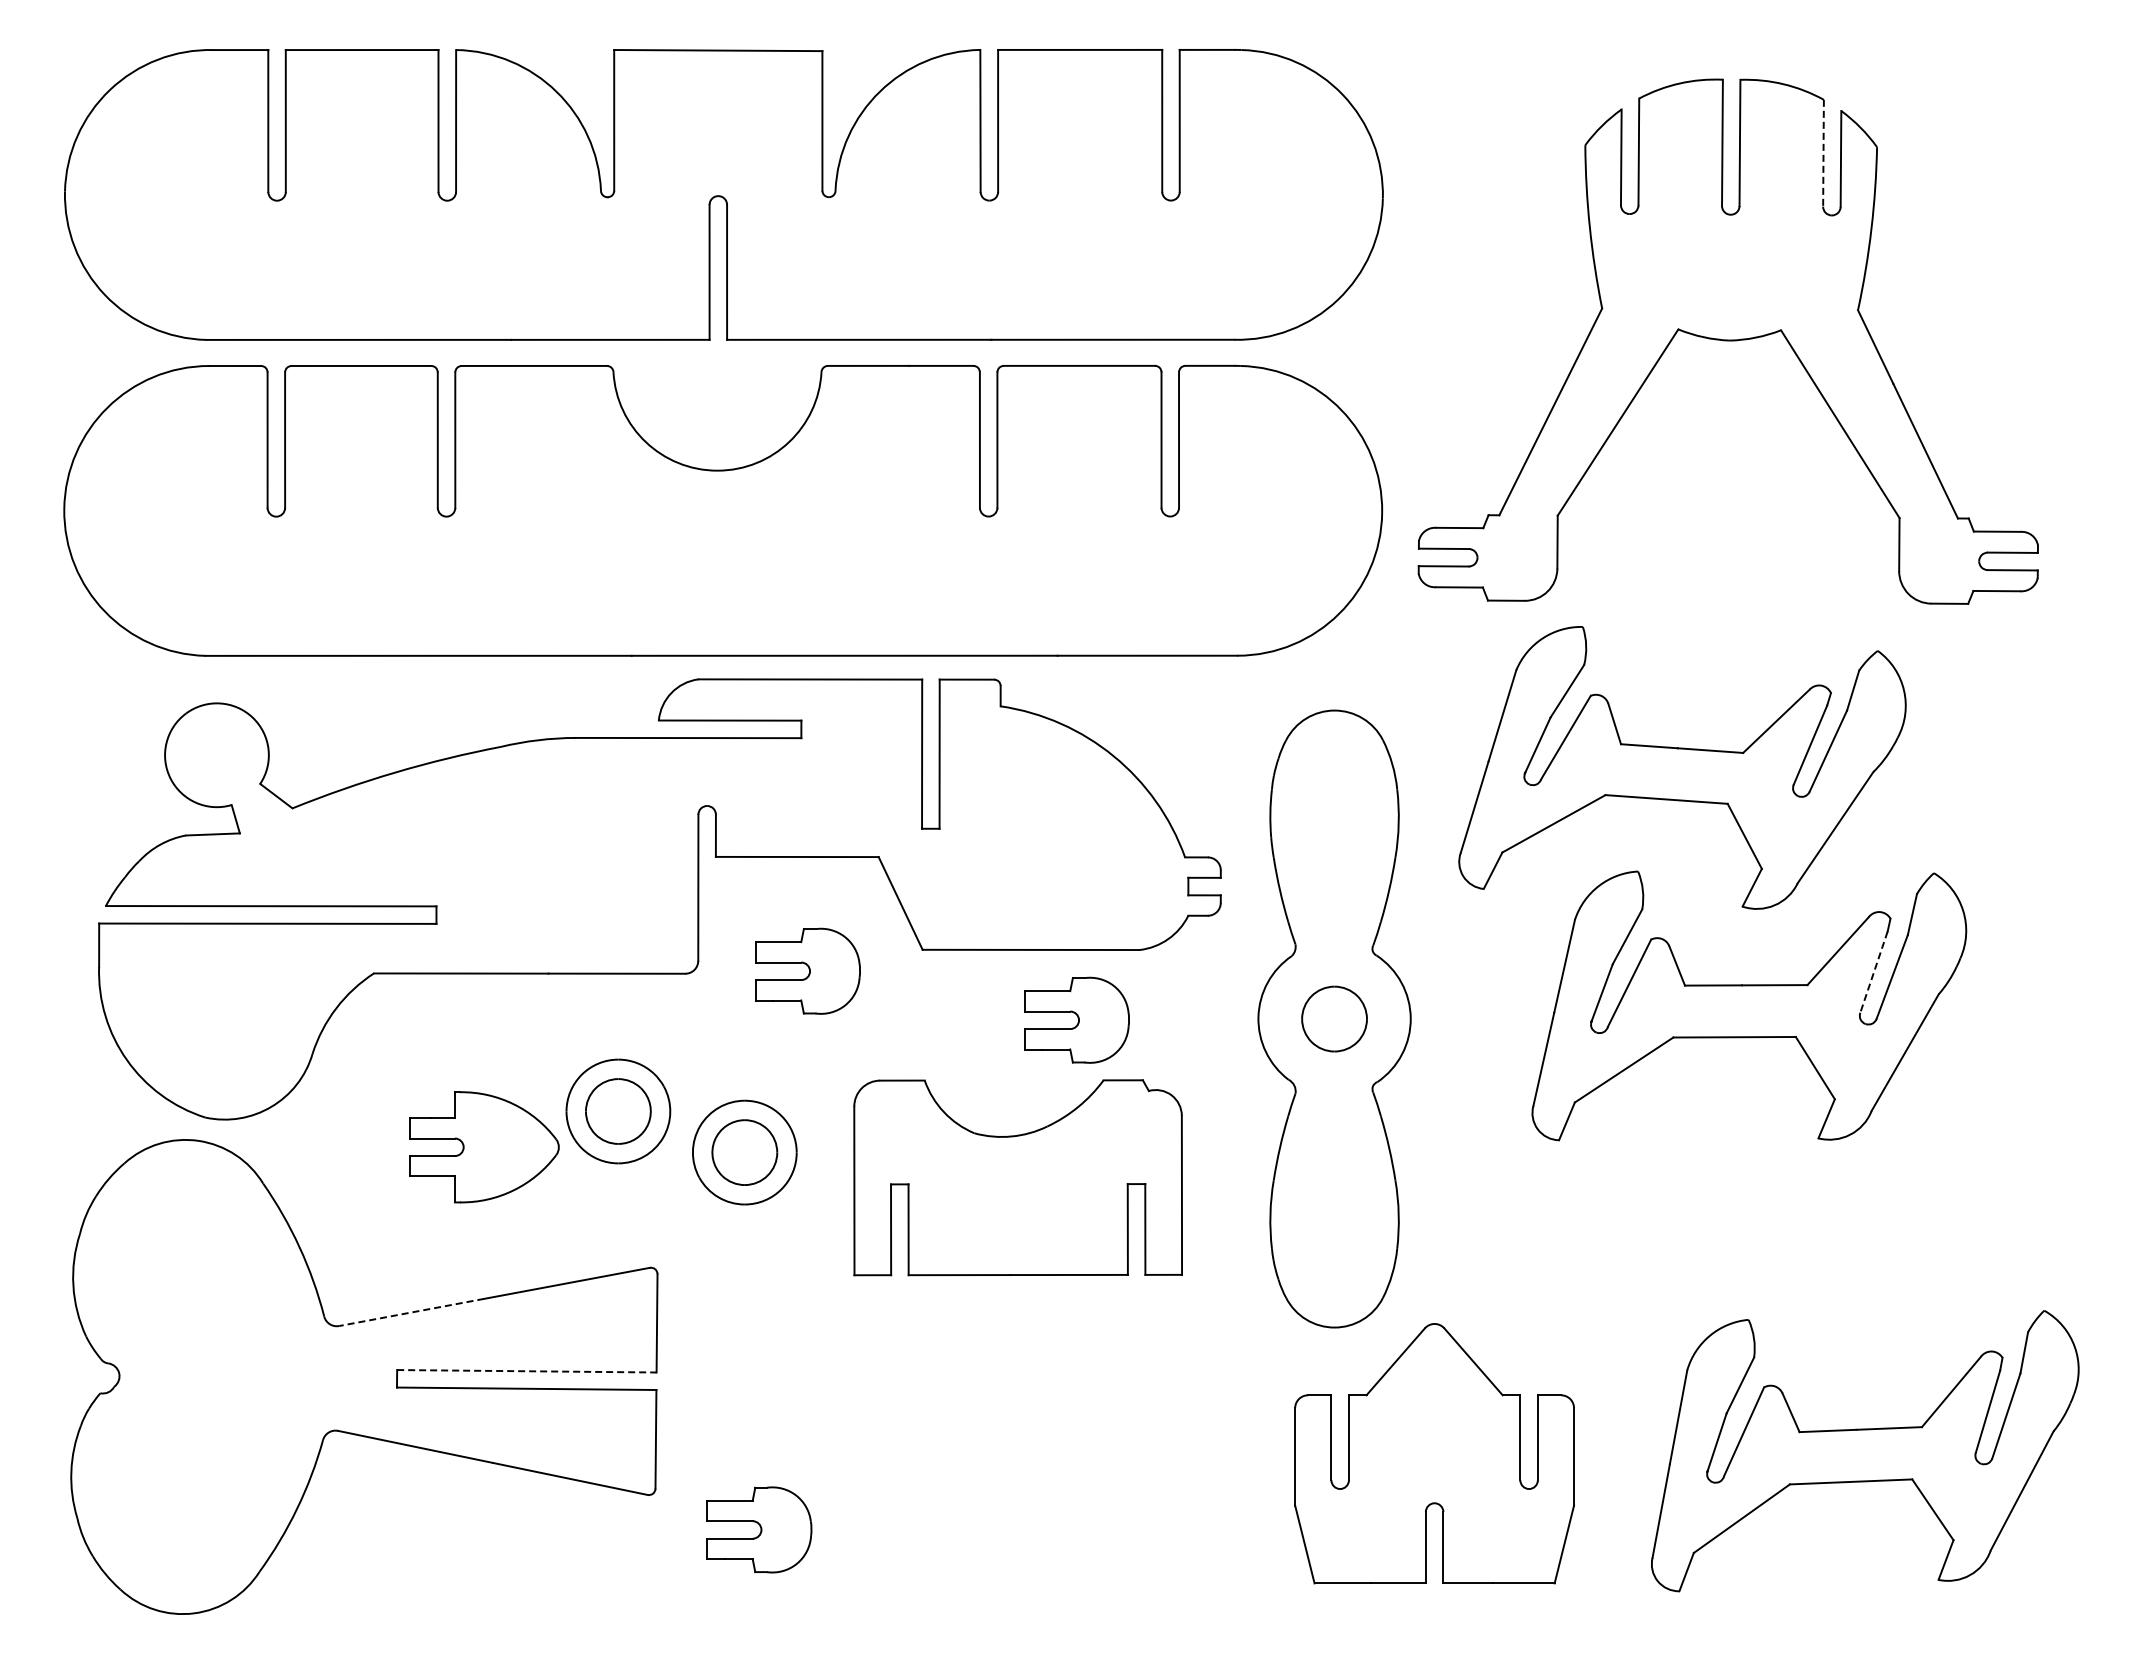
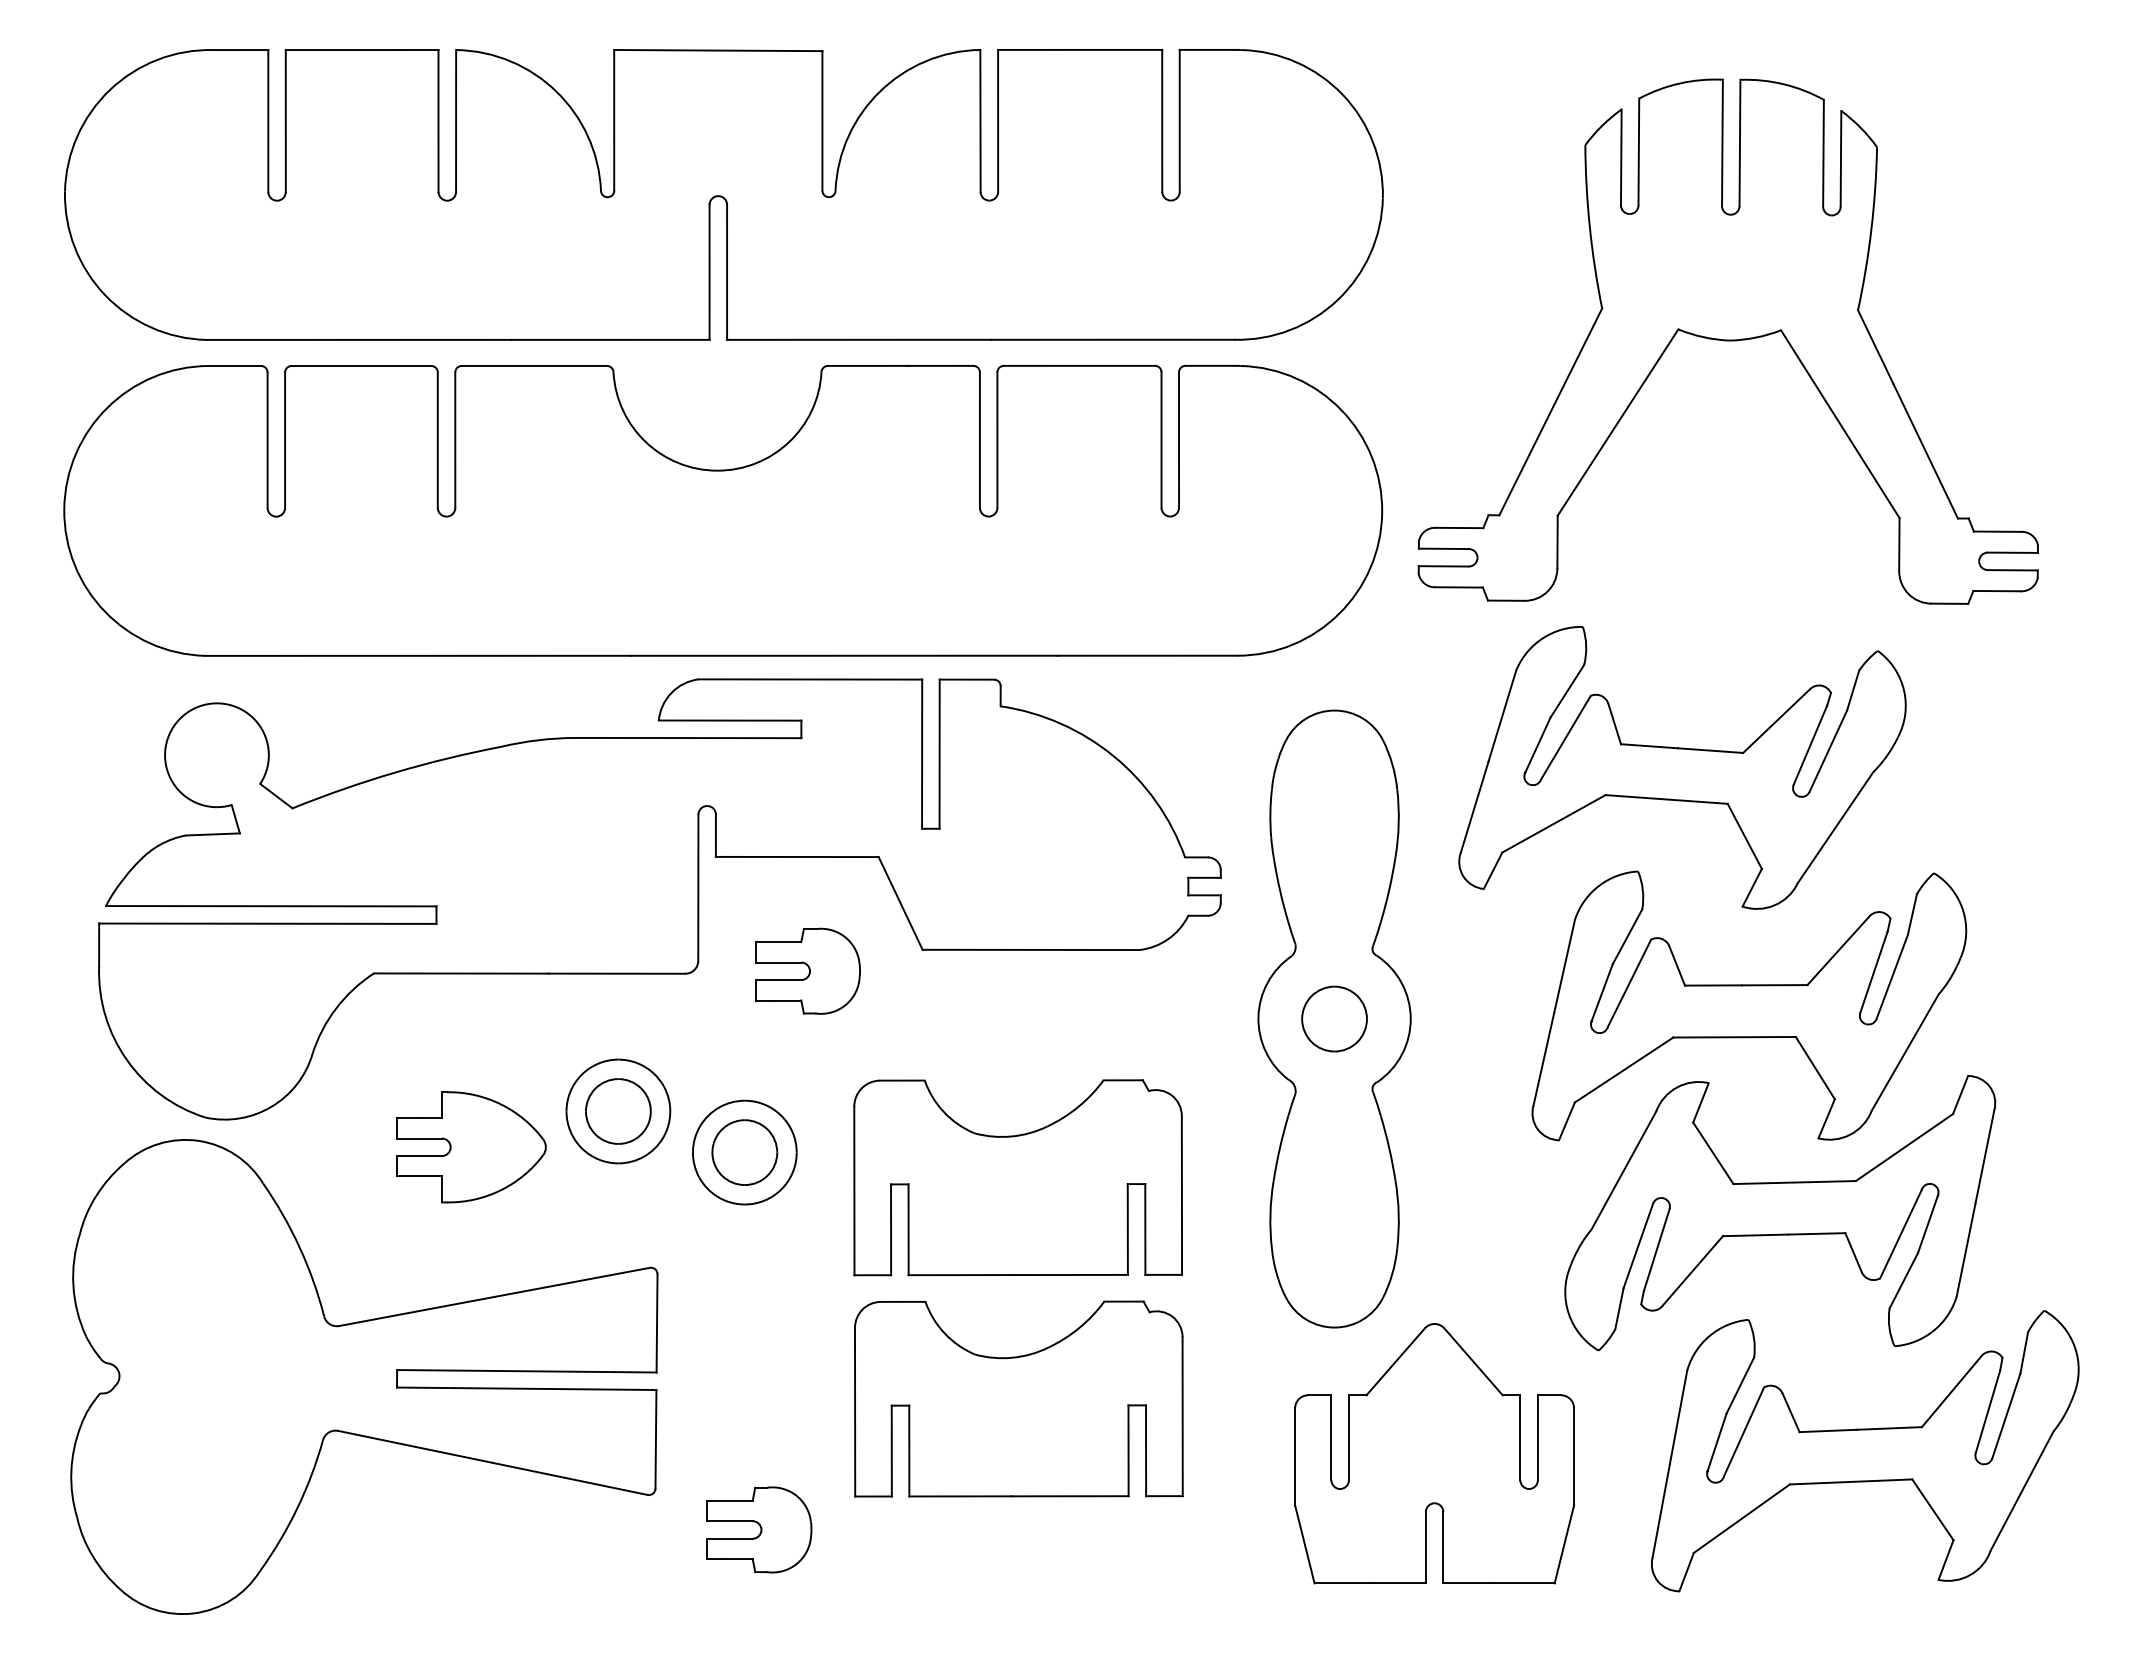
line at (1823, 153): dashed -> solid
line at (1874, 972): dashed -> solid
part at (1076, 1019): present -> none
part at (484, 1147) position: (484, 1147) -> (471, 1147)
part at (1780, 1213): none -> present
line at (411, 1312): dashed -> solid
line at (526, 1371): dashed -> solid
part at (1018, 1398): none -> present
